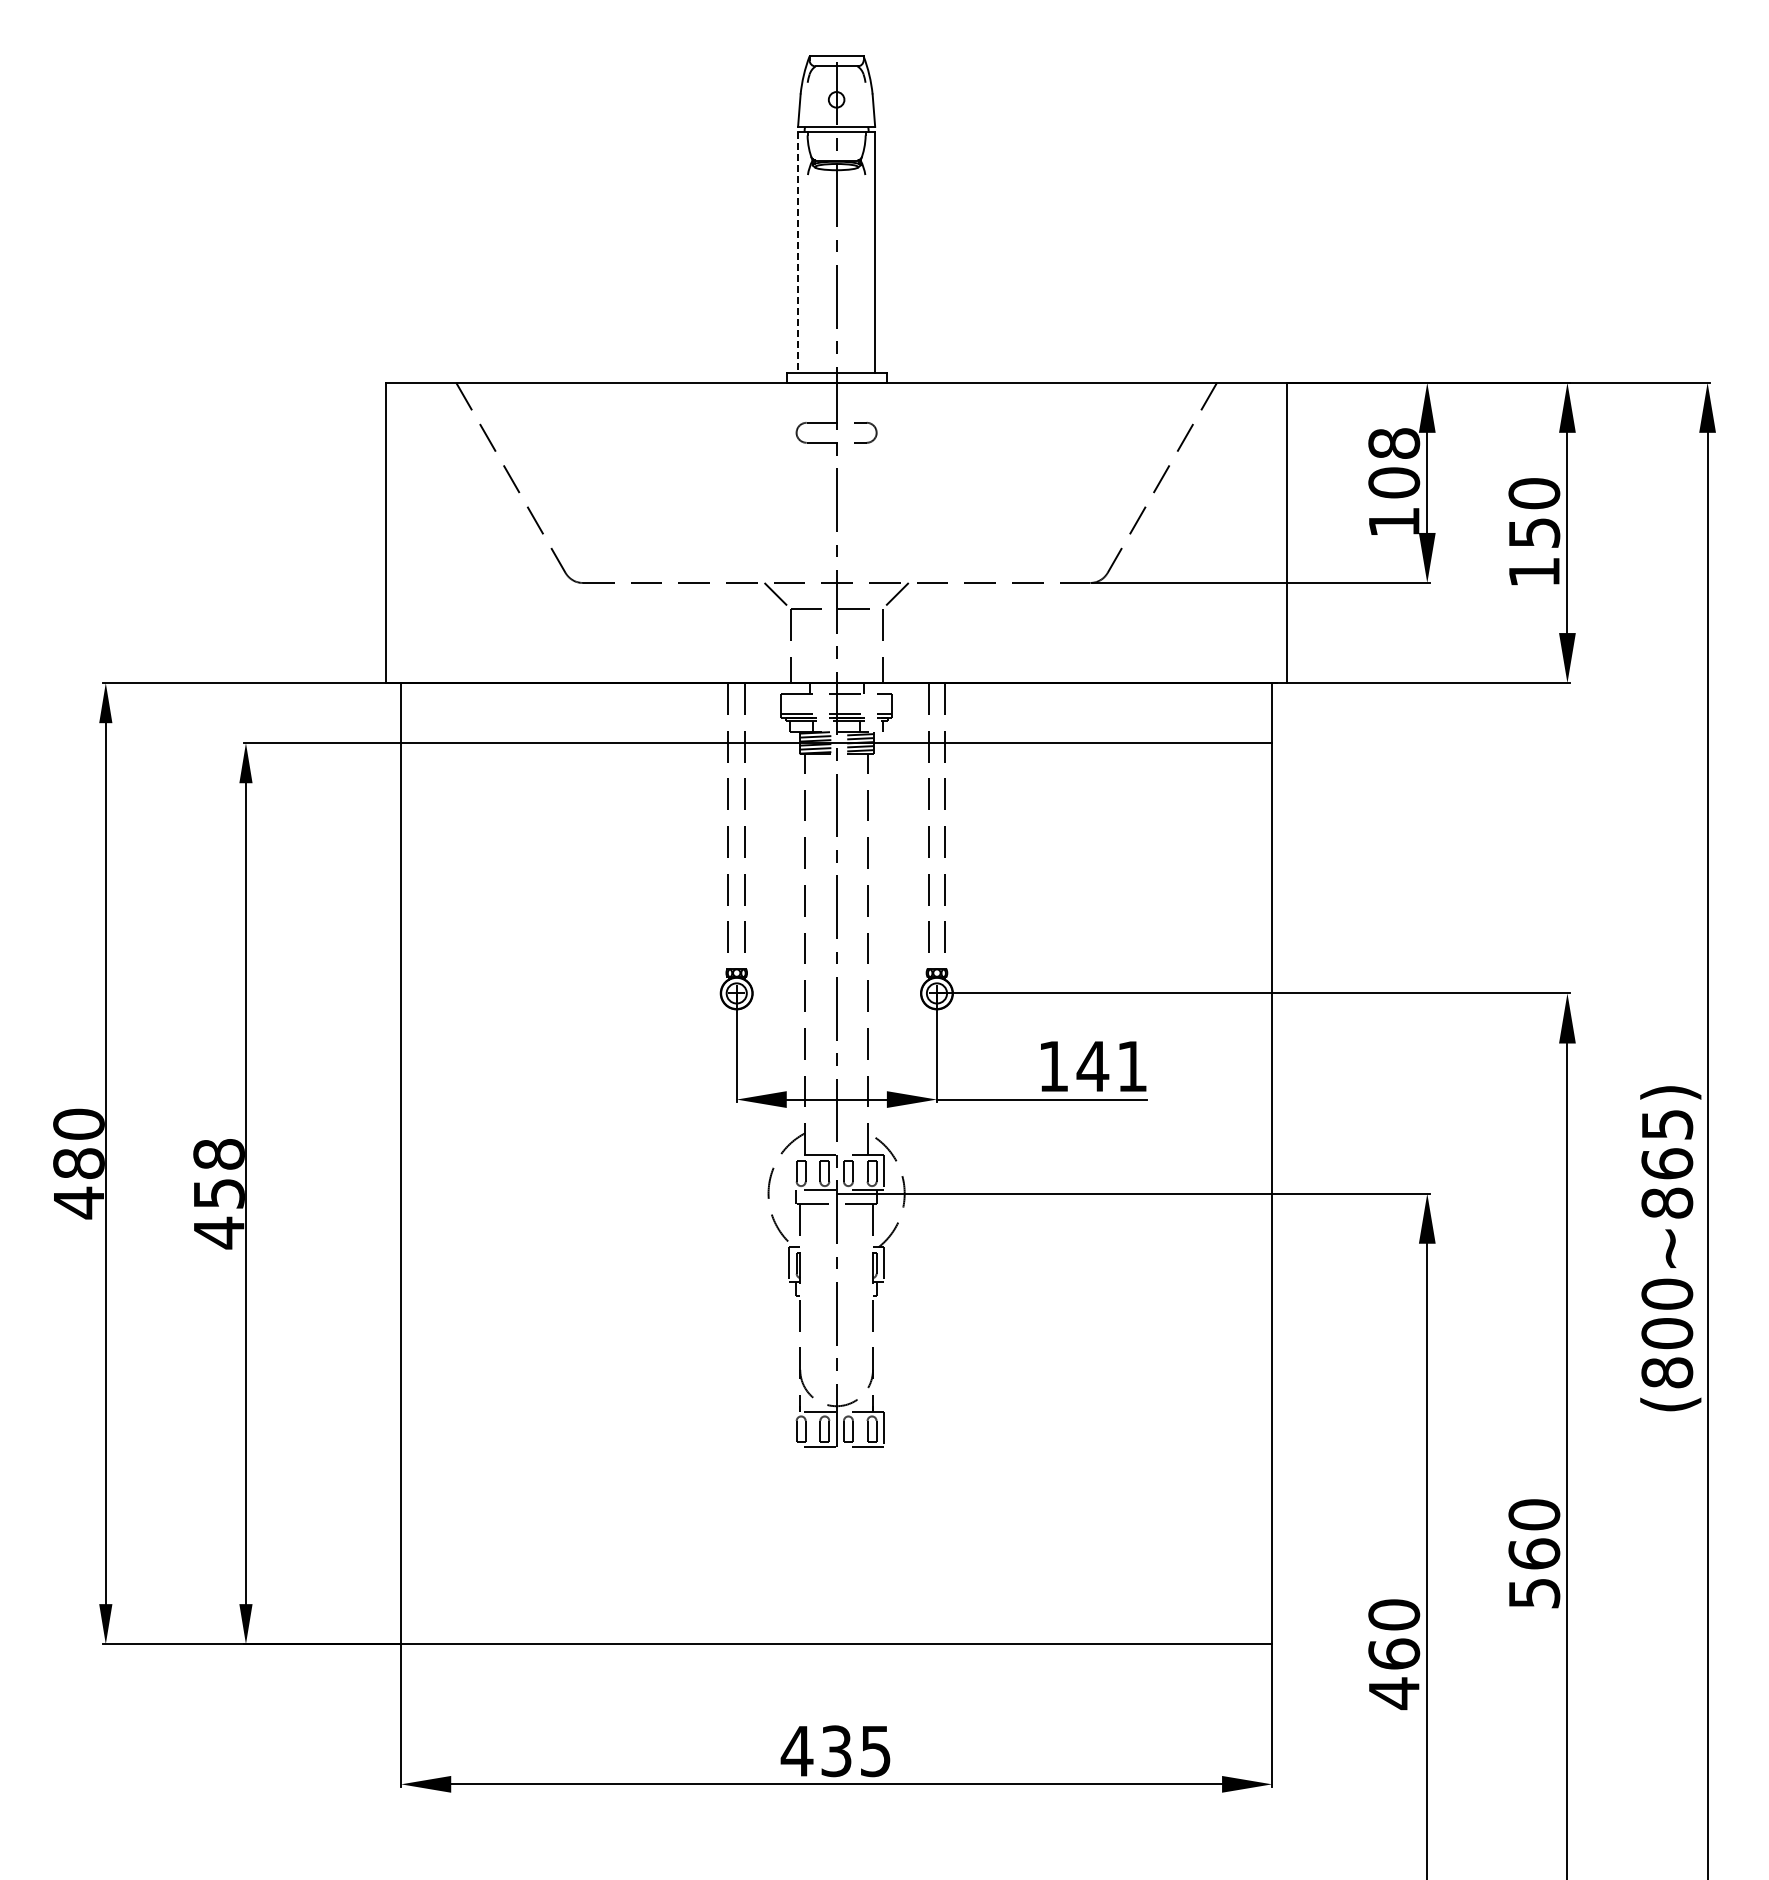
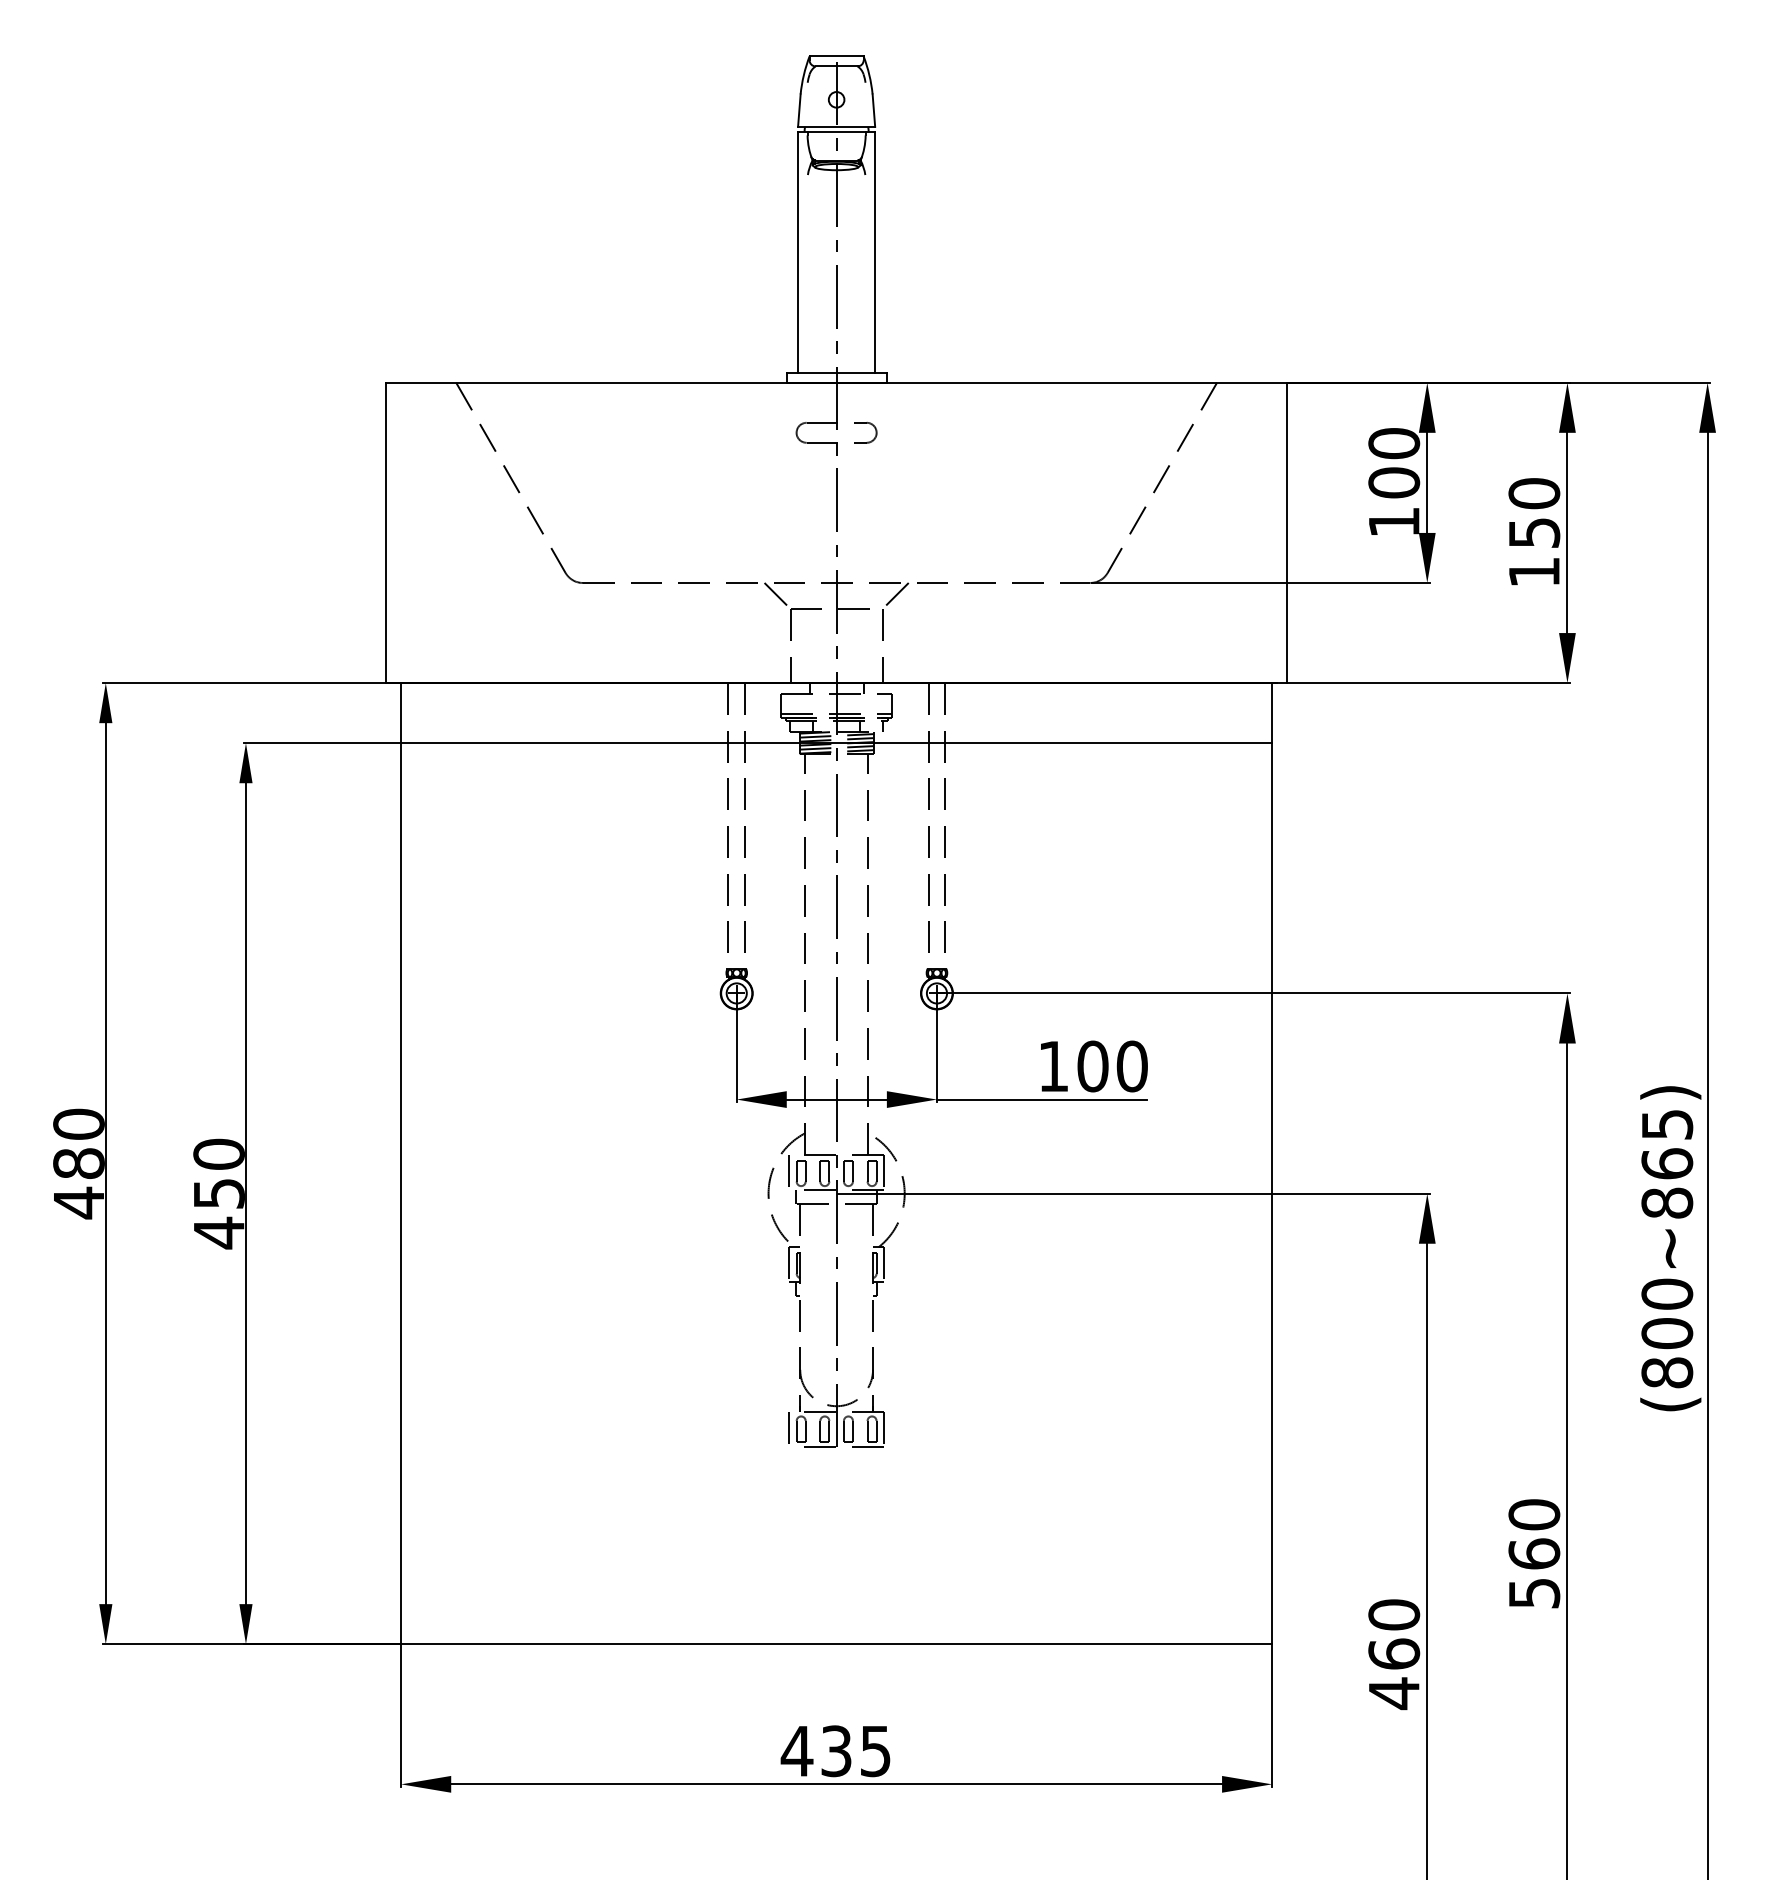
line at (798, 253): dashed -> solid
text at (1393, 443): 108 -> 100
text at (1111, 1066): 141 -> 100
text at (218, 1153): 458 -> 450
line at (789, 1172): none -> present
line at (789, 1429): none -> present
